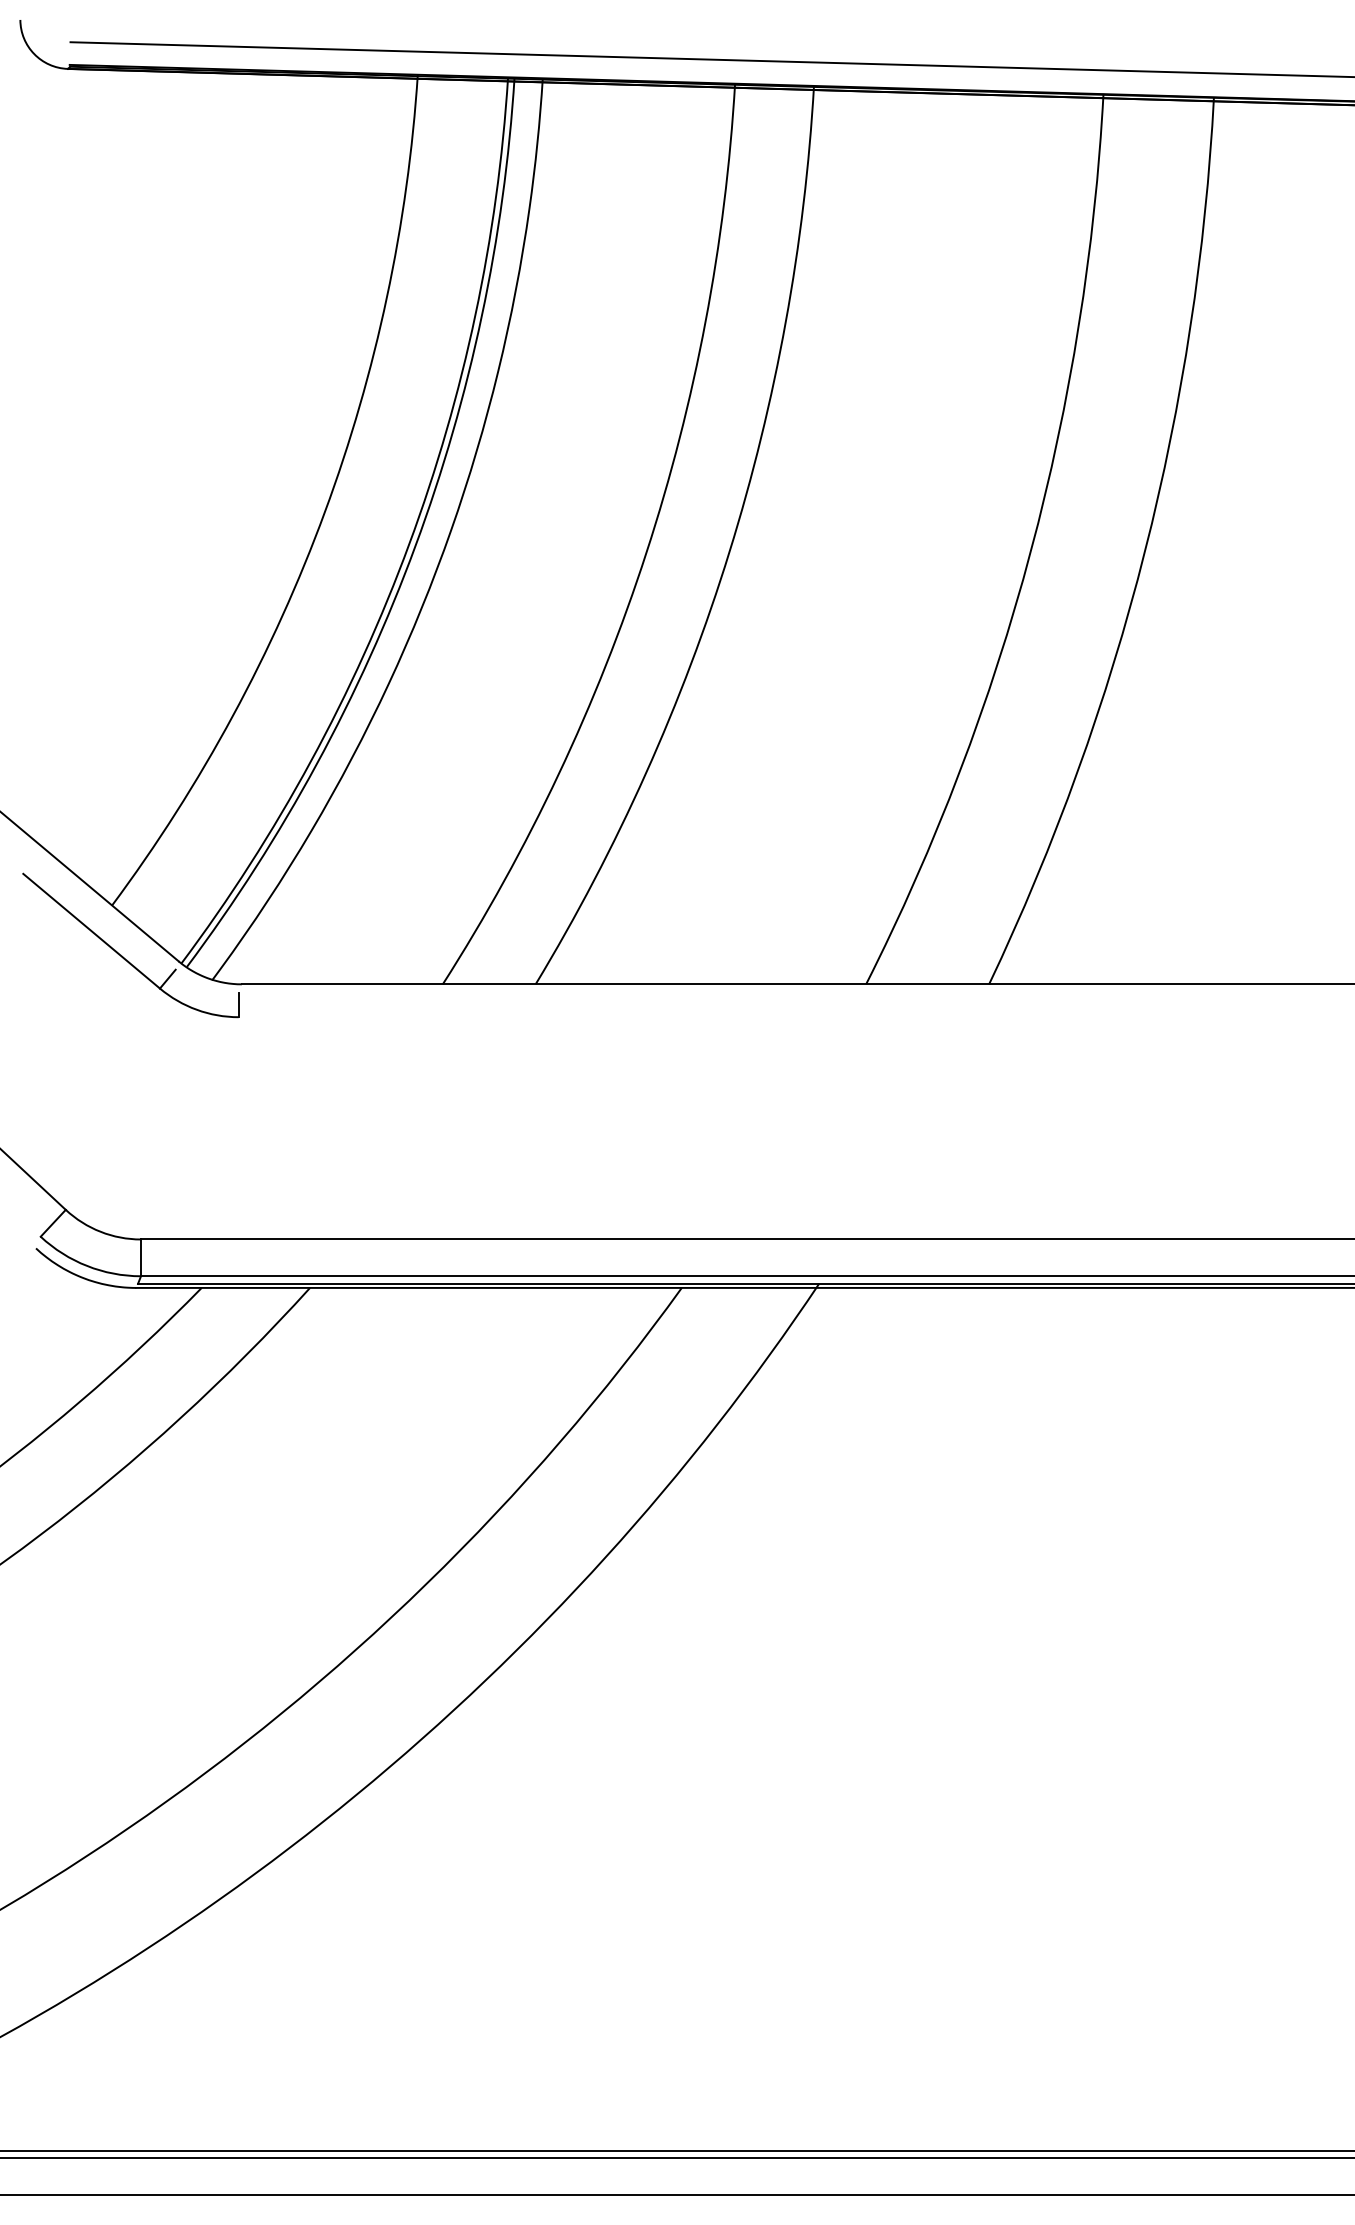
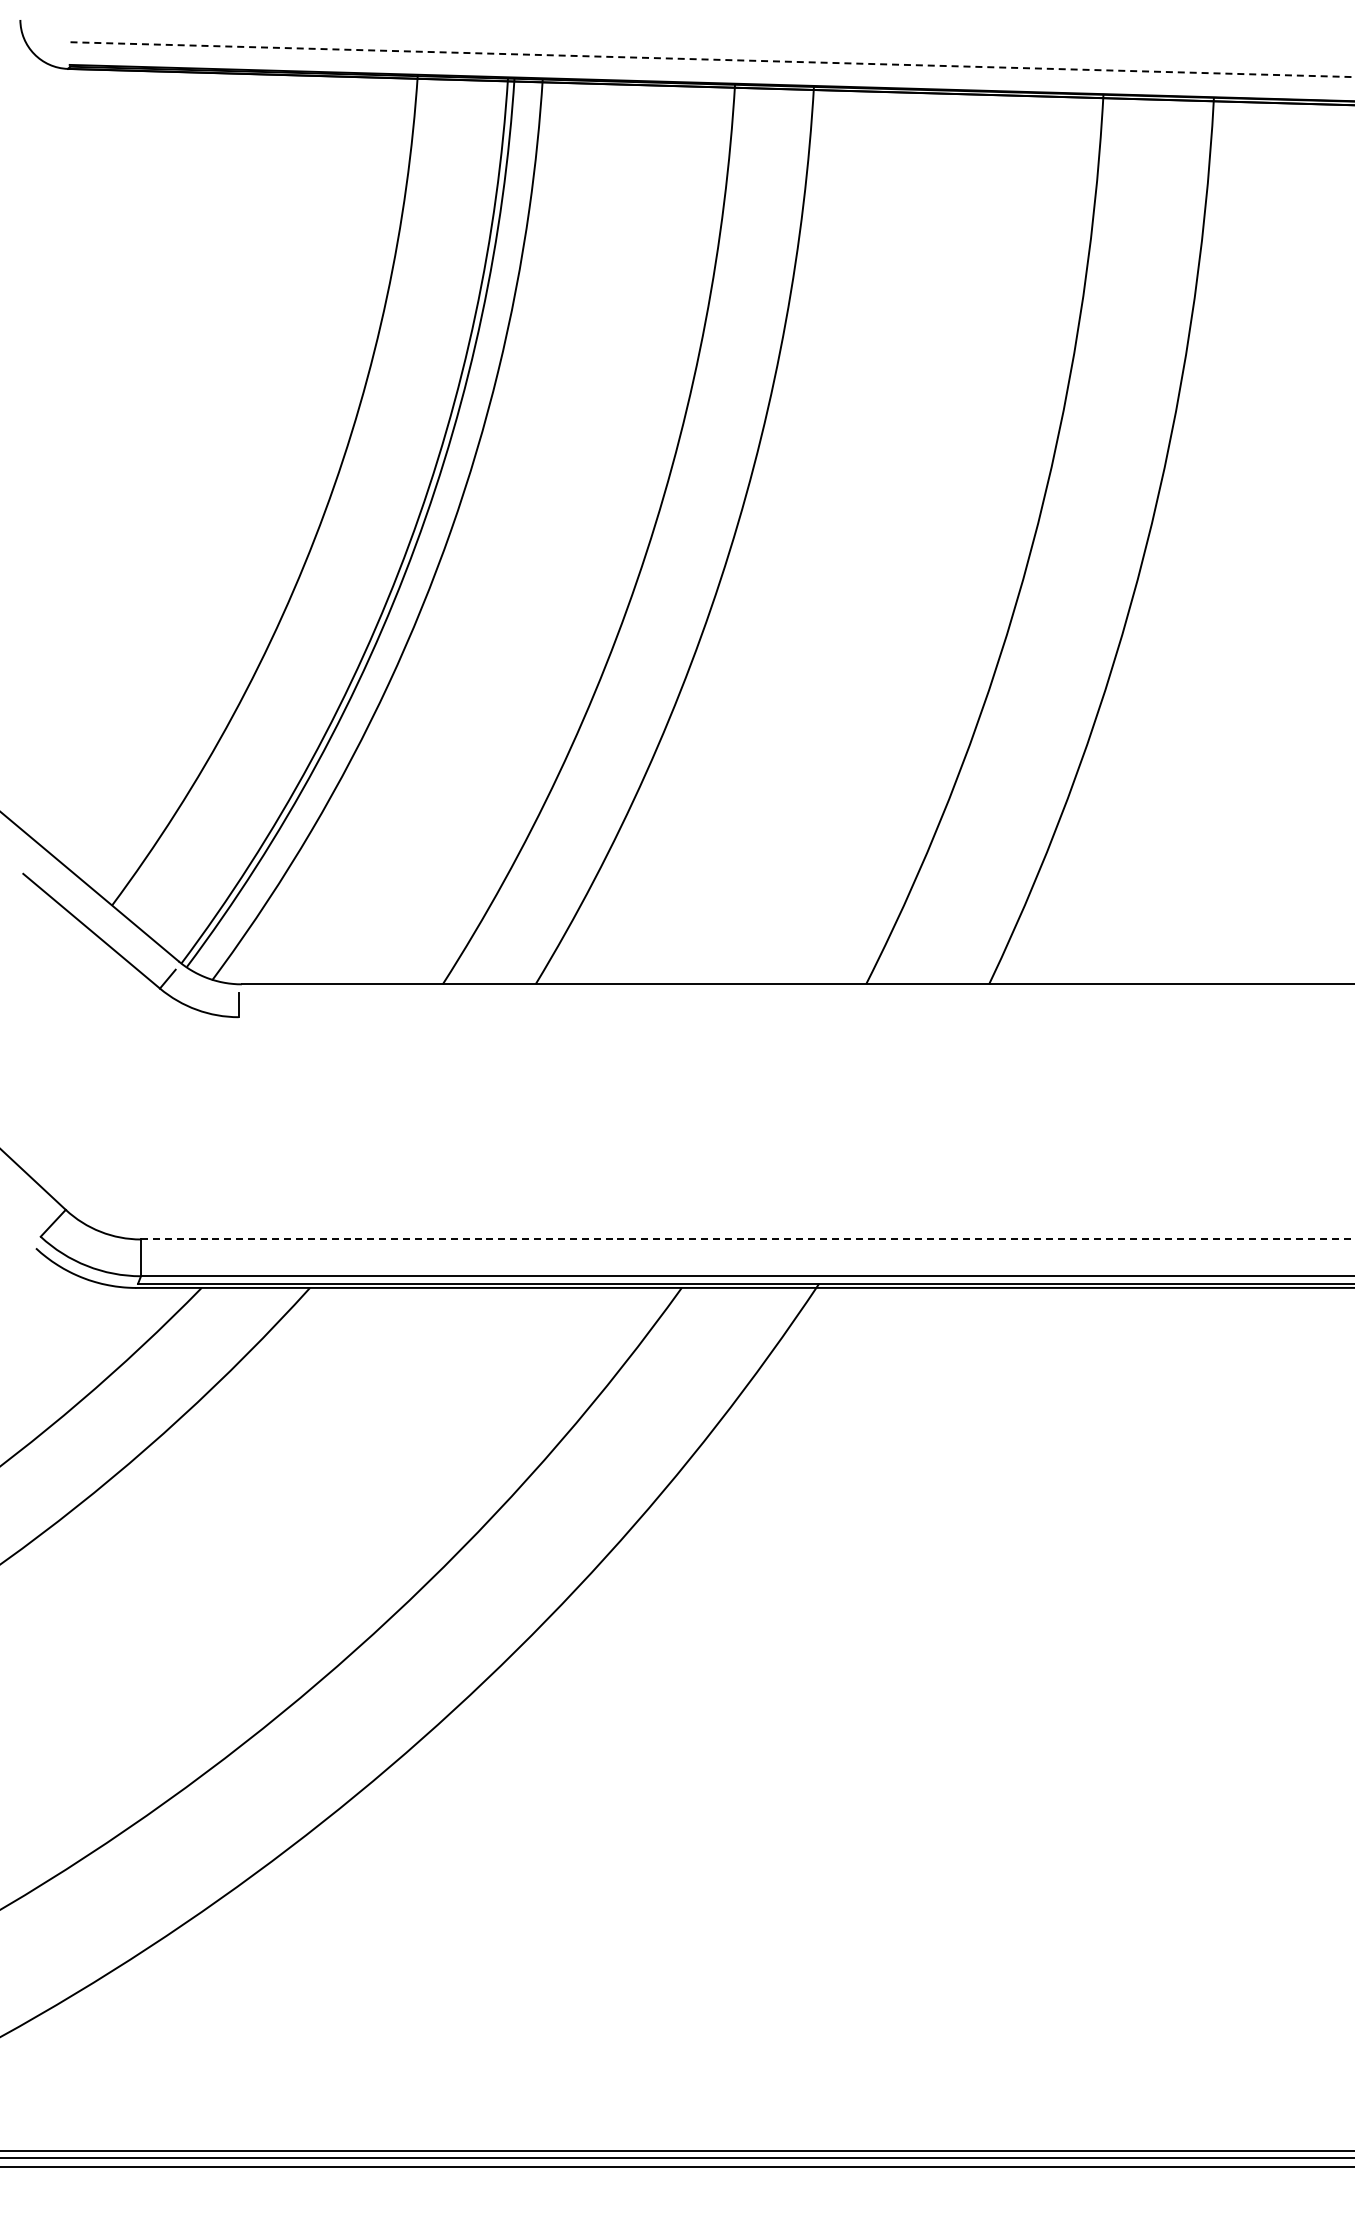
line at (713, 59): solid -> dashed
line at (747, 1239): solid -> dashed
line at (676, 2195) position: (676, 2195) -> (676, 2167)
